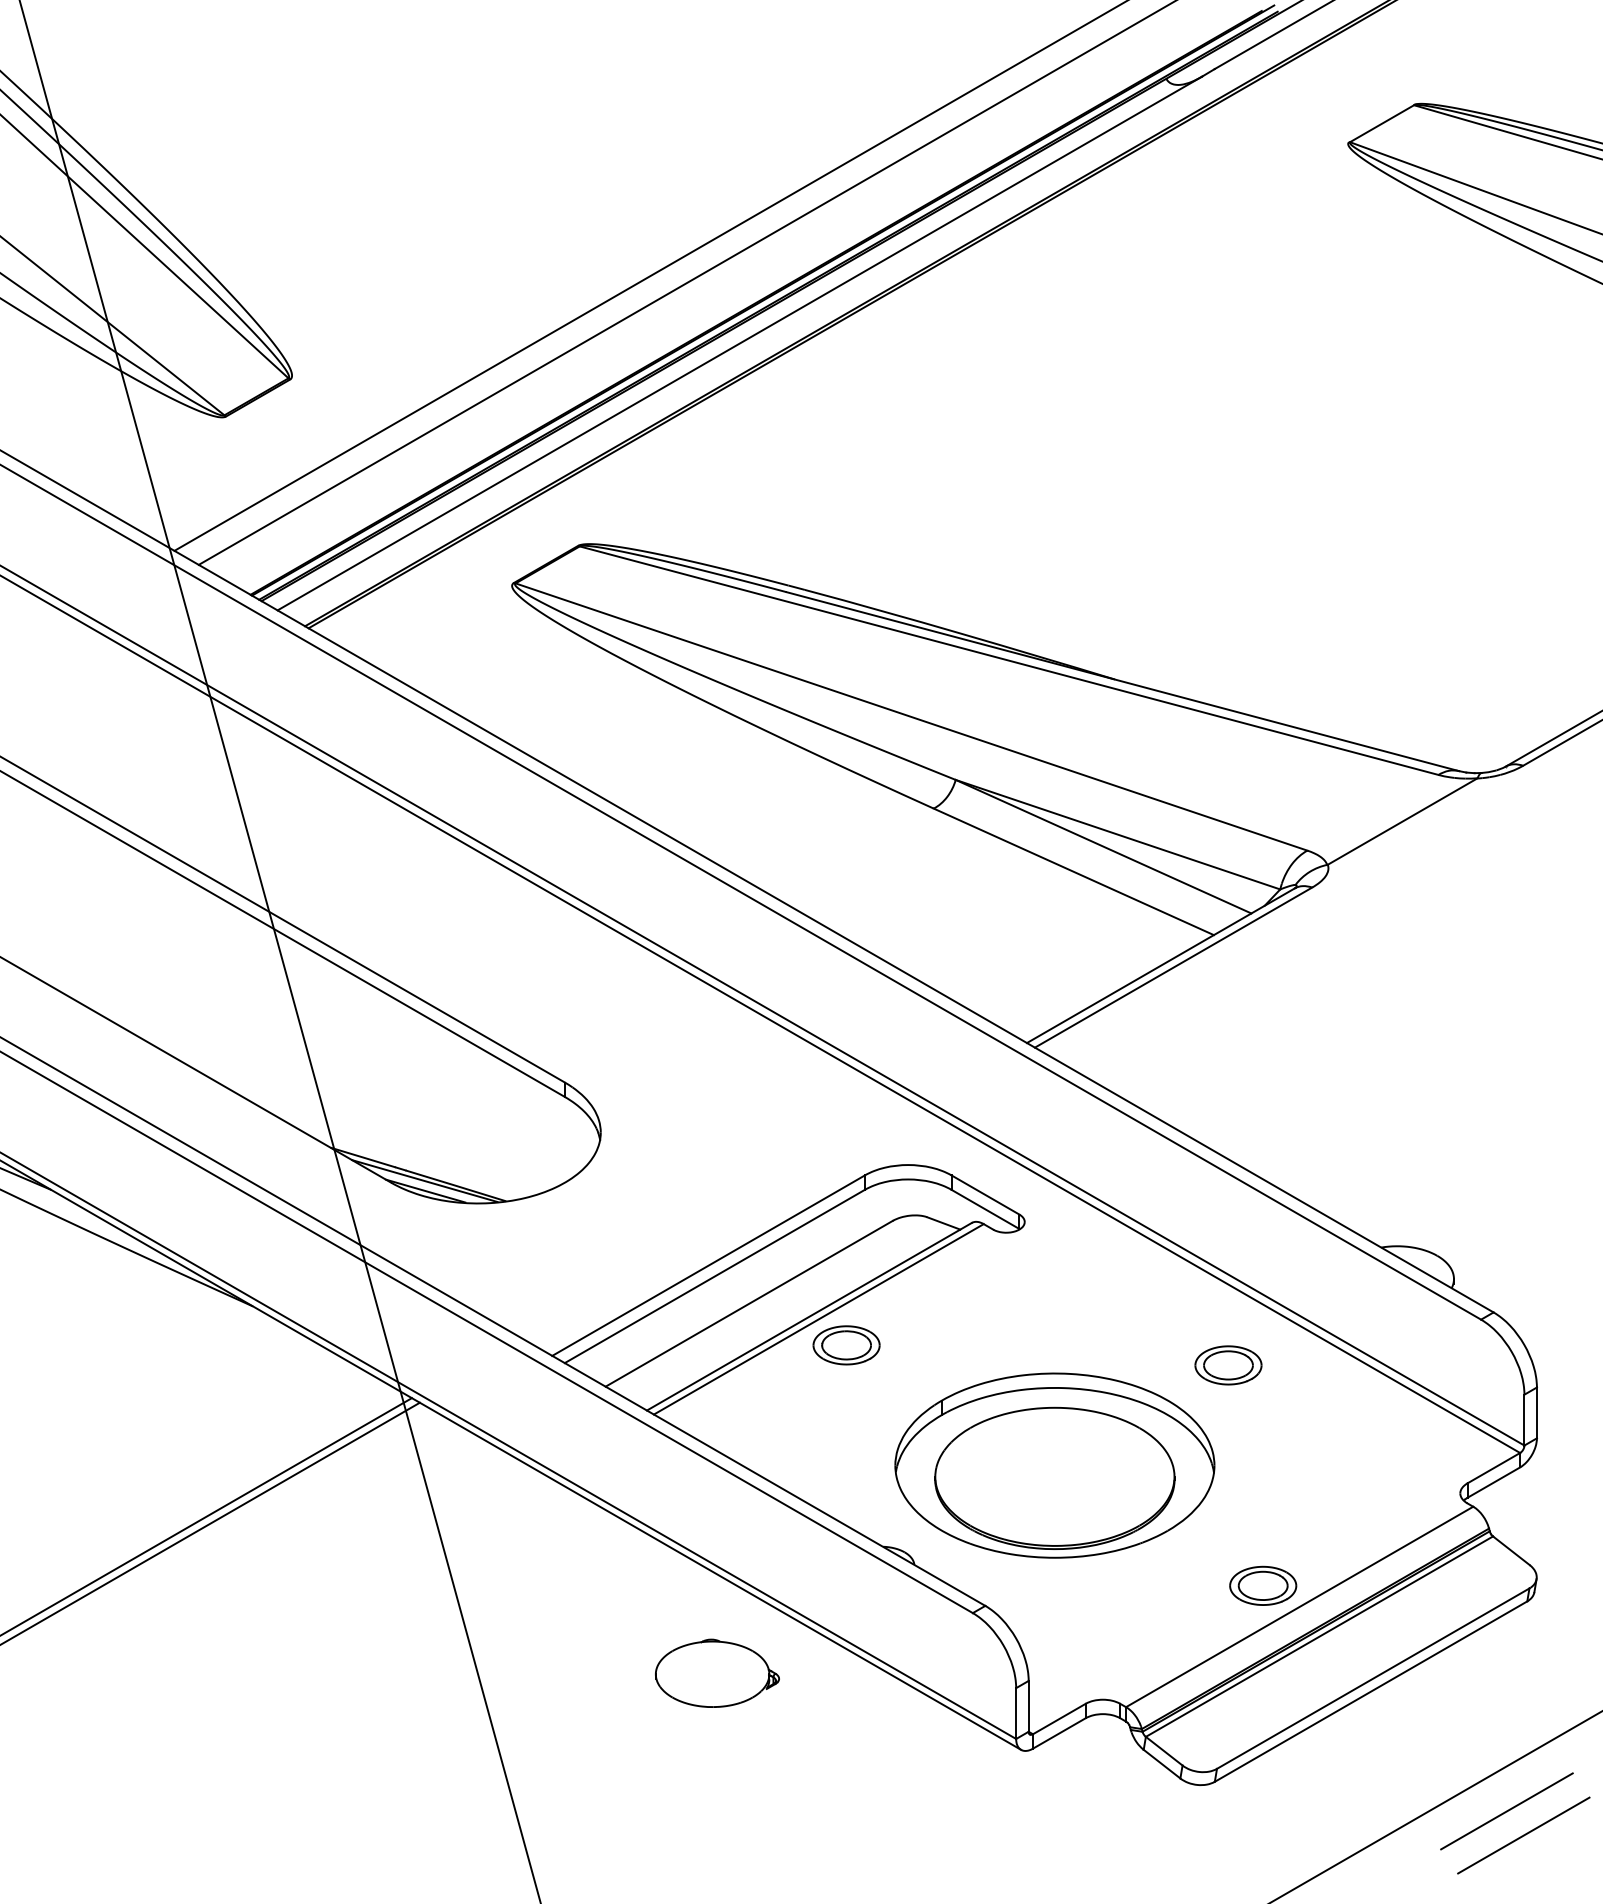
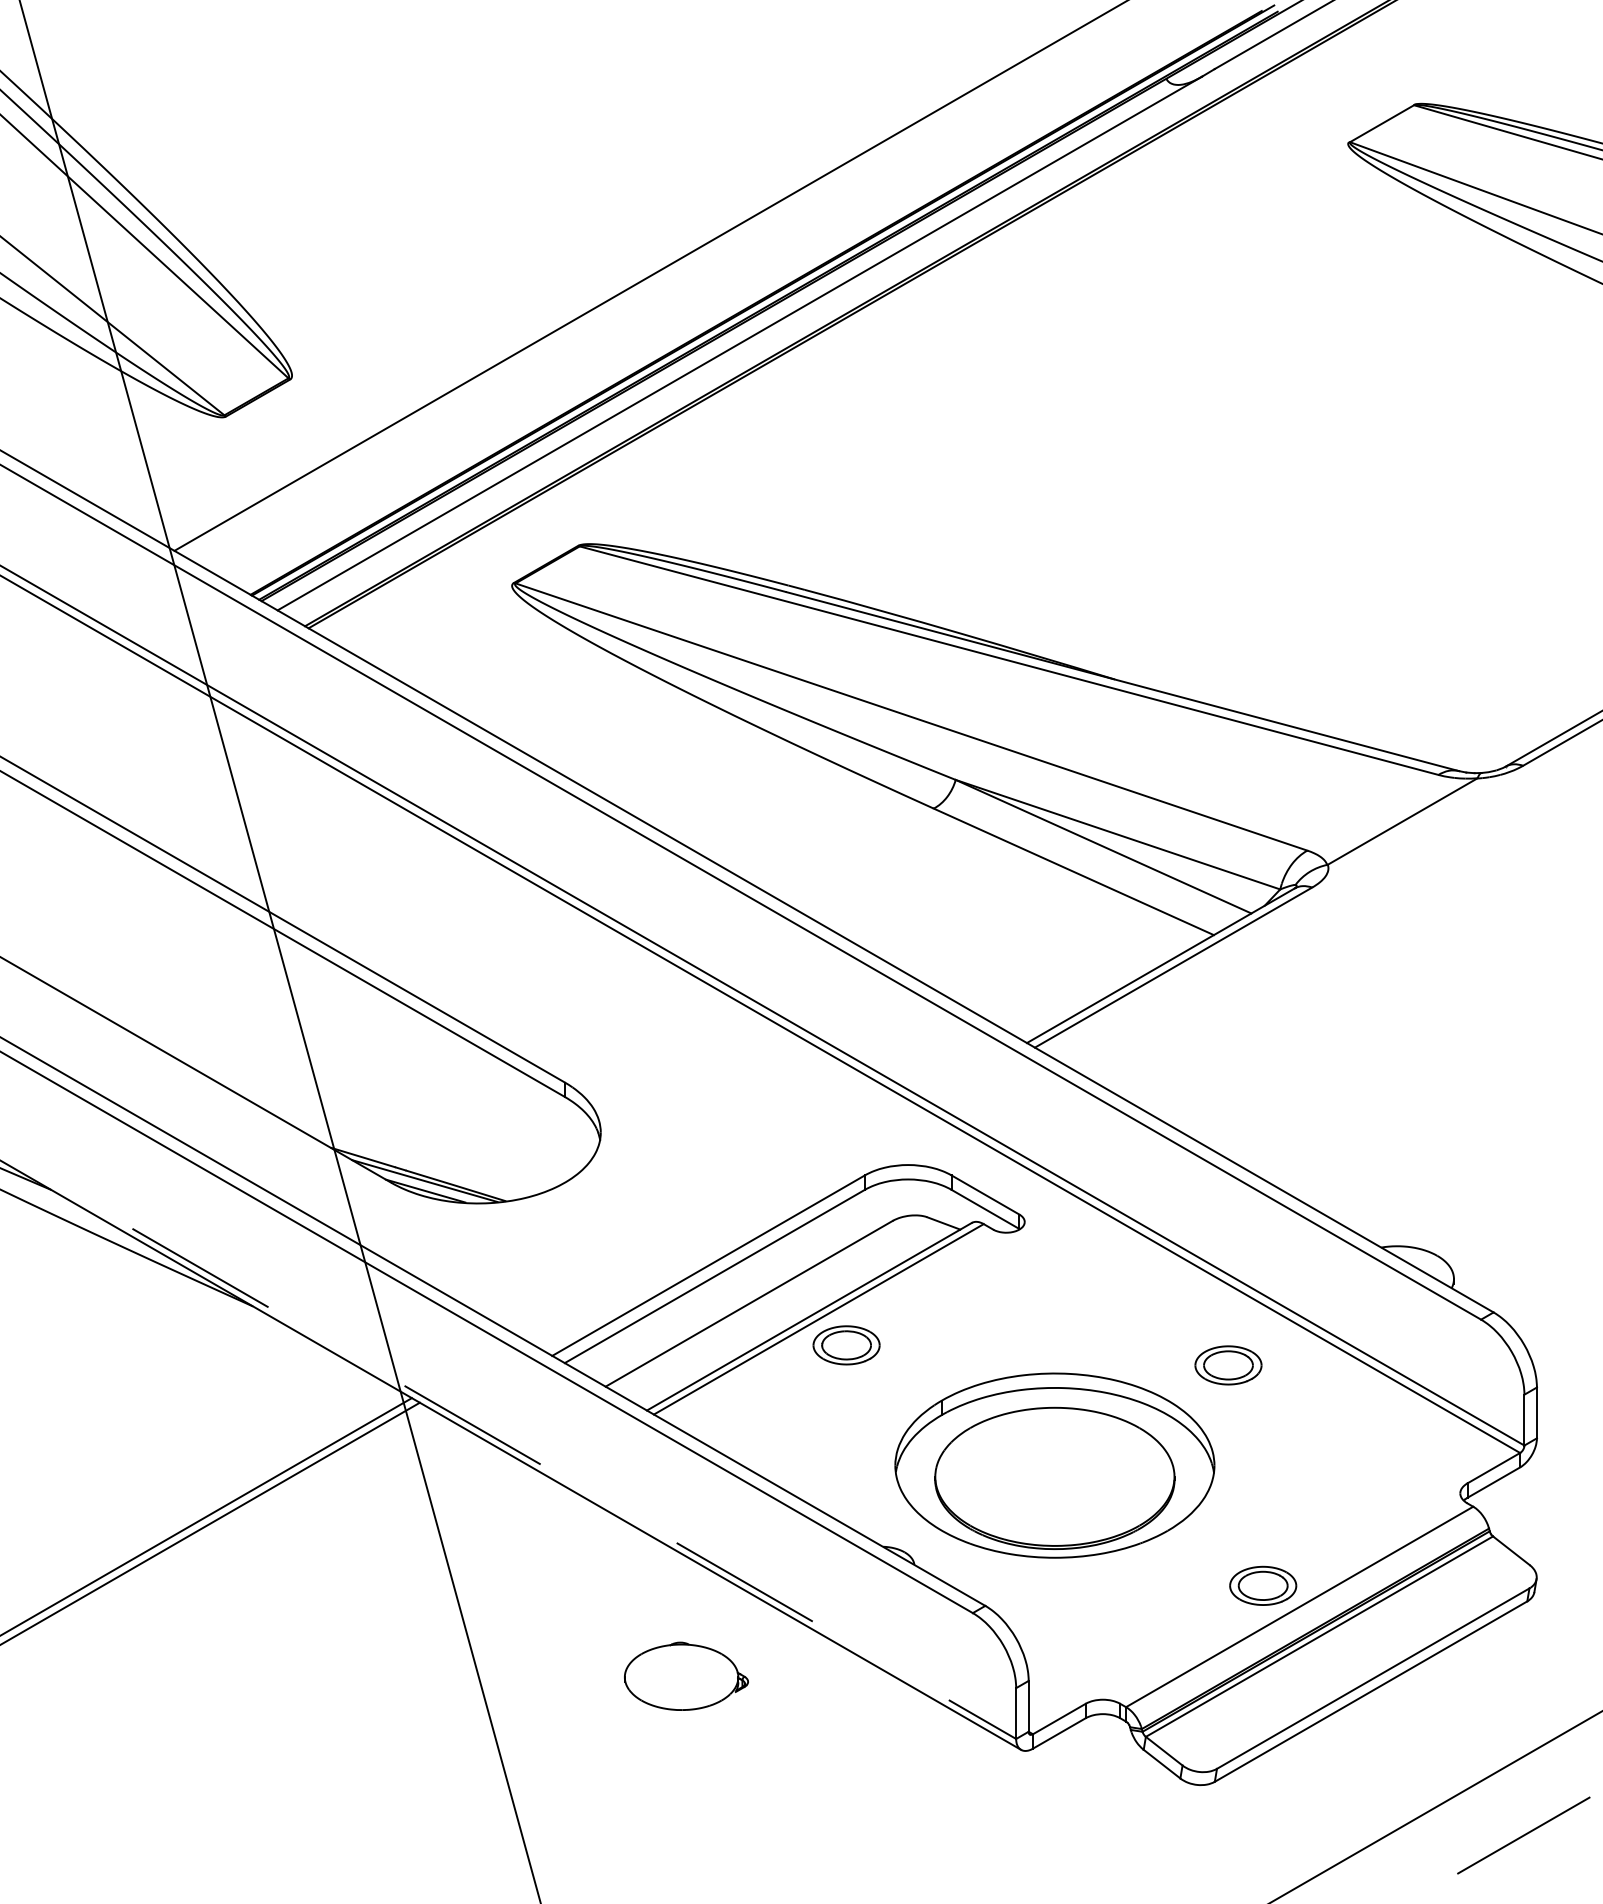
line at (685, 283): present -> none
line at (508, 1446): solid -> dashed
part at (717, 1672) position: (717, 1672) -> (686, 1675)
line at (1506, 1811): present -> none
